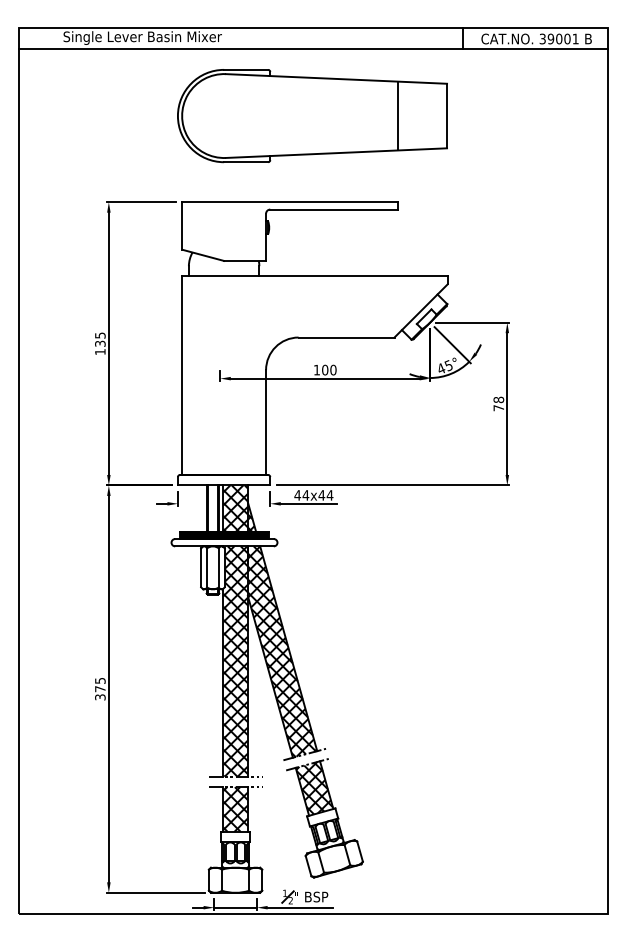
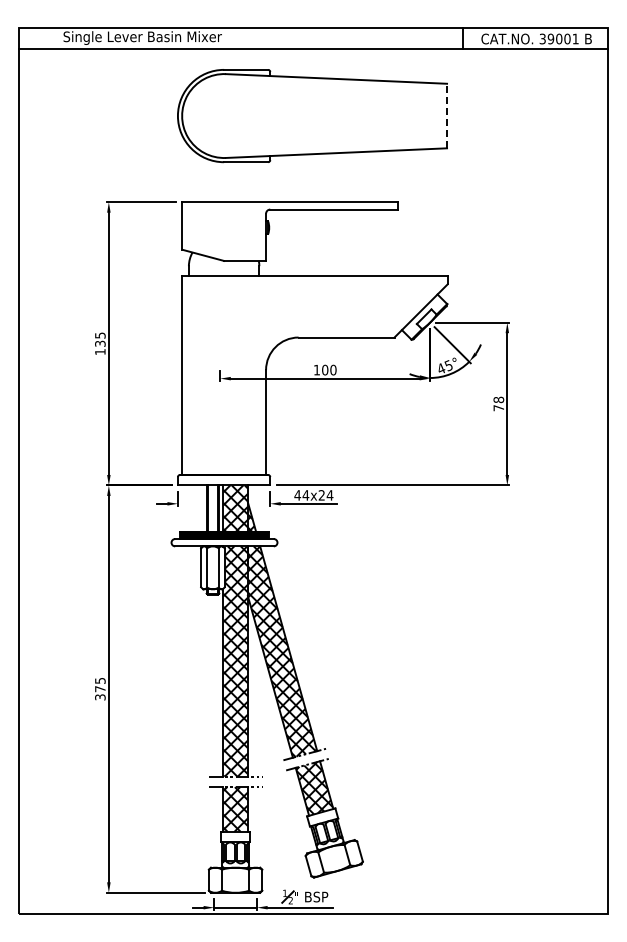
line at (398, 115): present -> none
line at (447, 115): solid -> dashed
text at (321, 495): 44x44 -> 44x24
